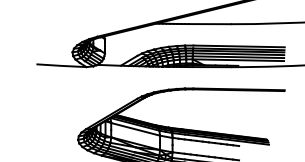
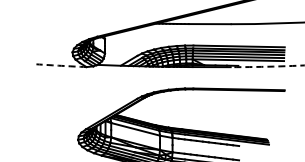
arc at (61, 65): solid -> dashed
arc at (268, 66): solid -> dashed
